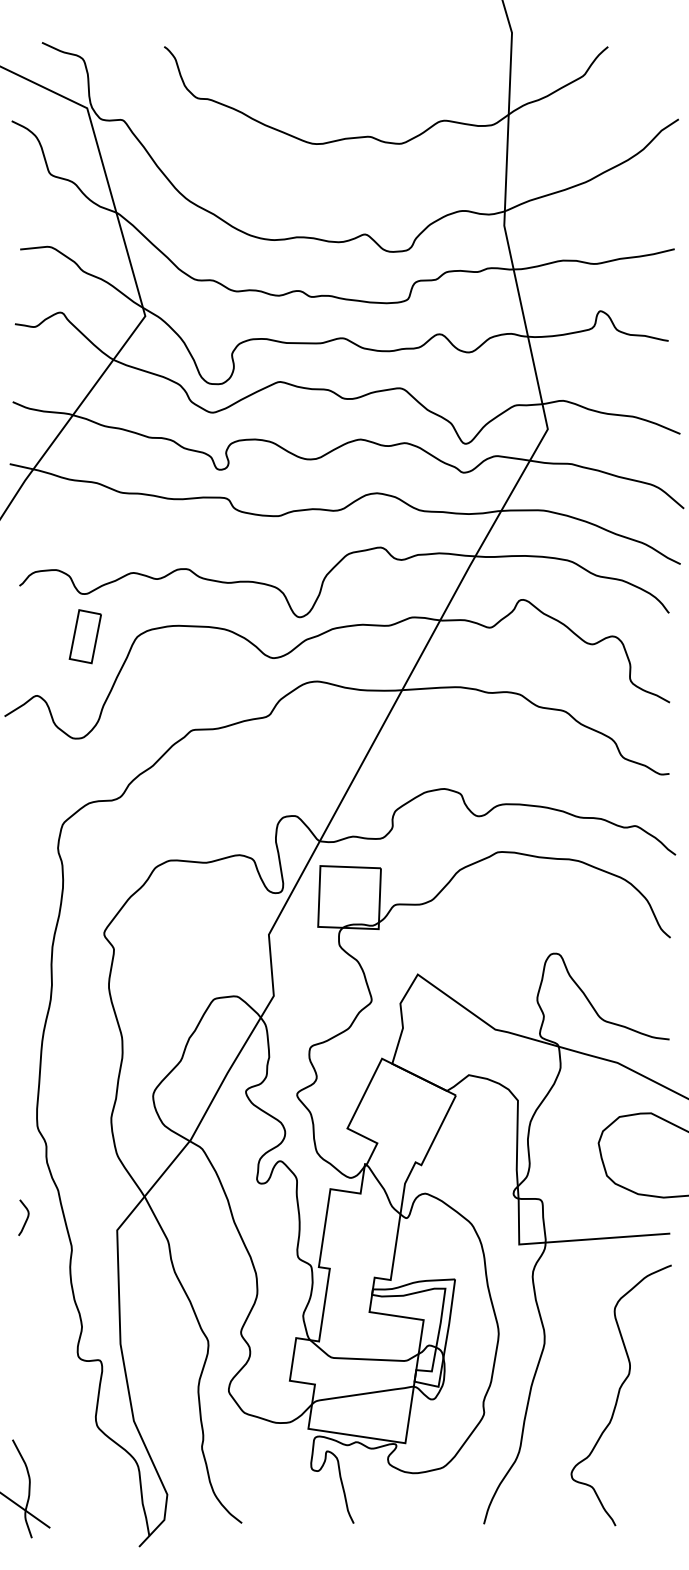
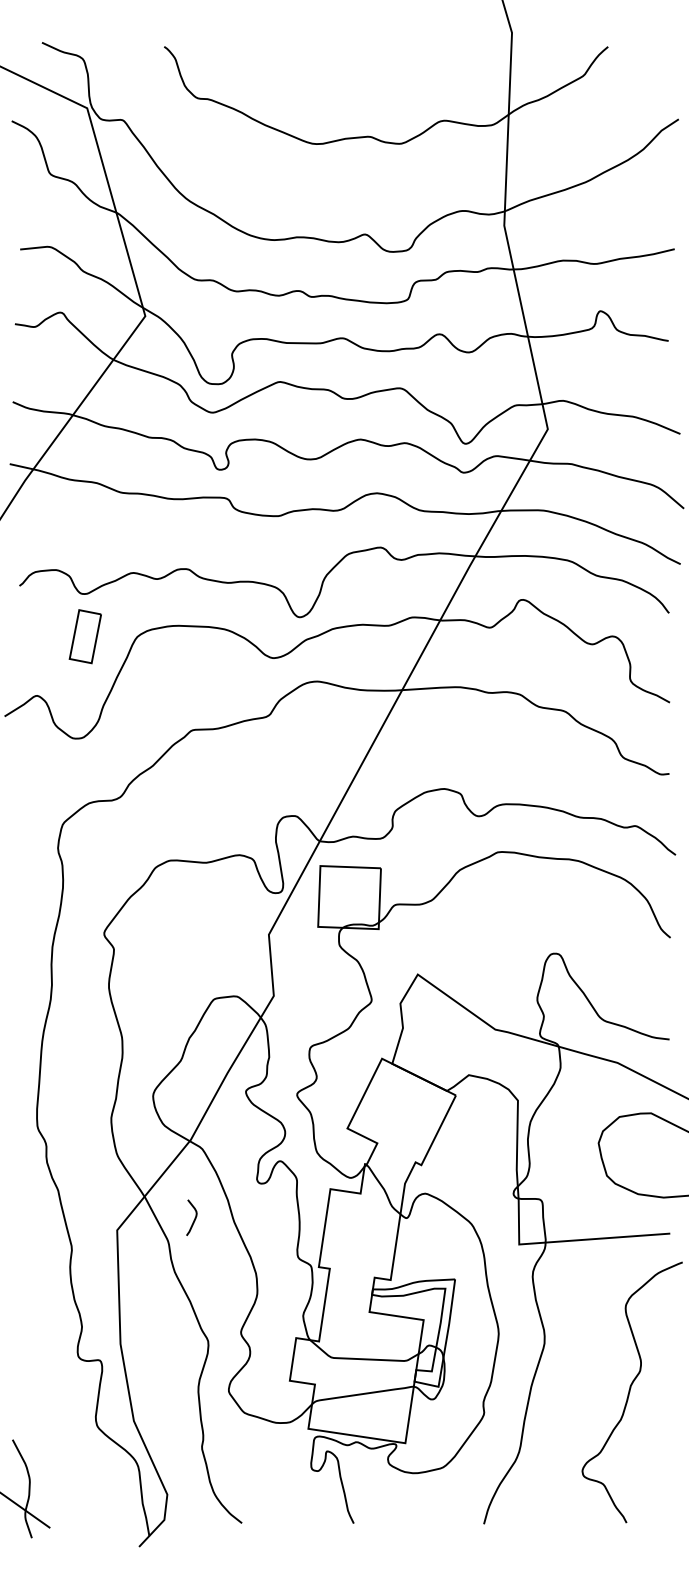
curve at (26, 1217) position: (26, 1217) -> (194, 1217)
curve at (619, 1395) position: (619, 1395) -> (630, 1392)
